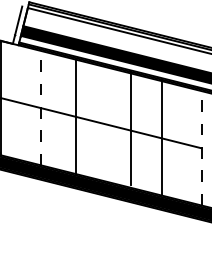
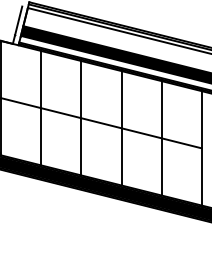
line at (41, 107): dashed -> solid
line at (76, 118) position: (76, 118) -> (81, 118)
line at (130, 128) position: (130, 128) -> (121, 128)
line at (201, 147): dashed -> solid
